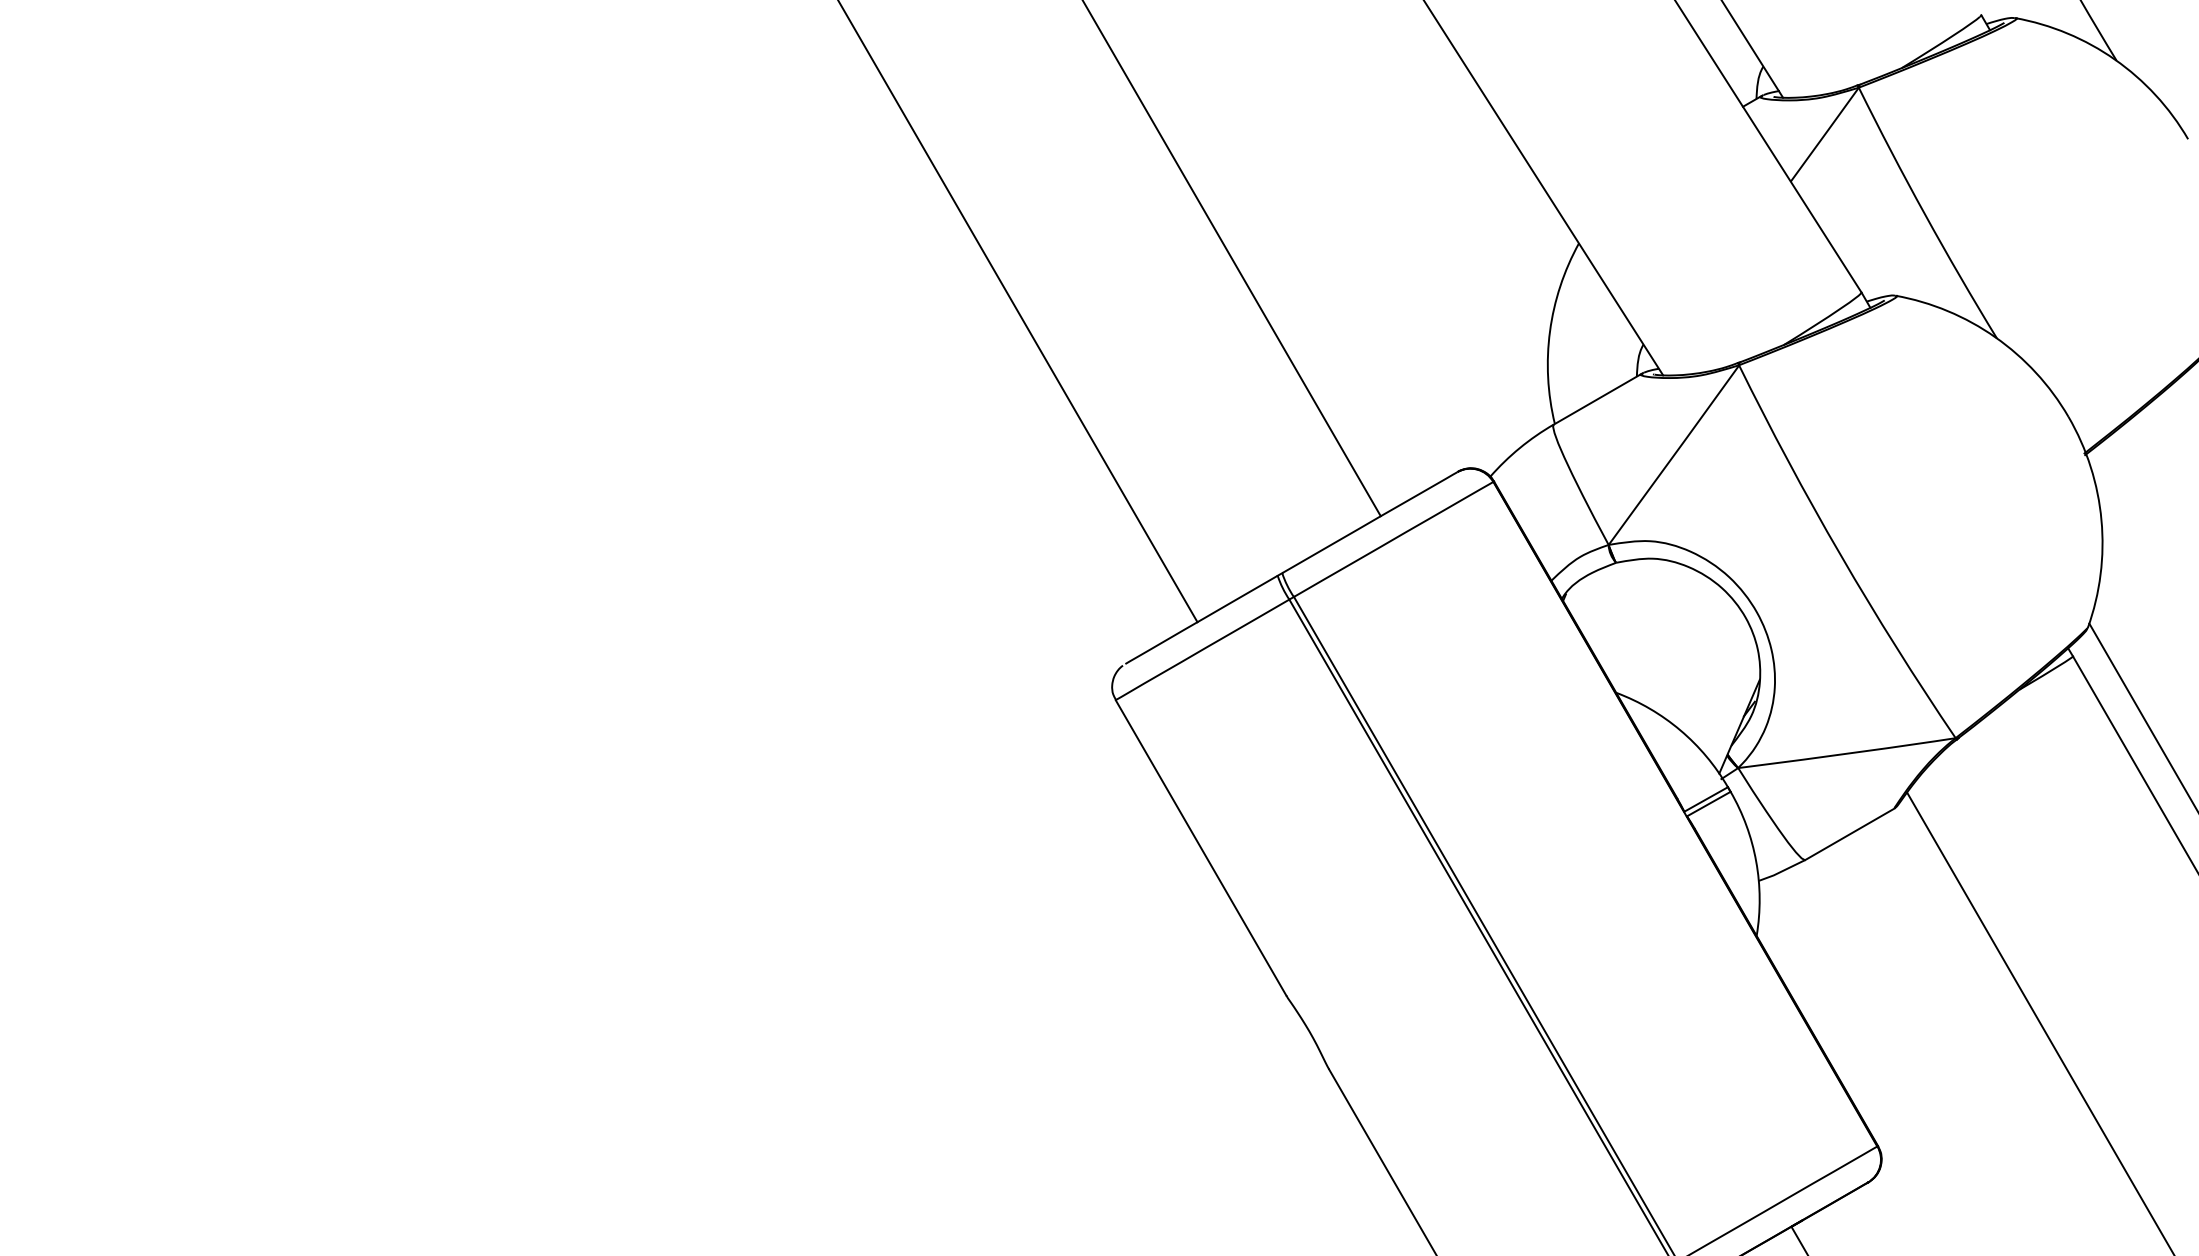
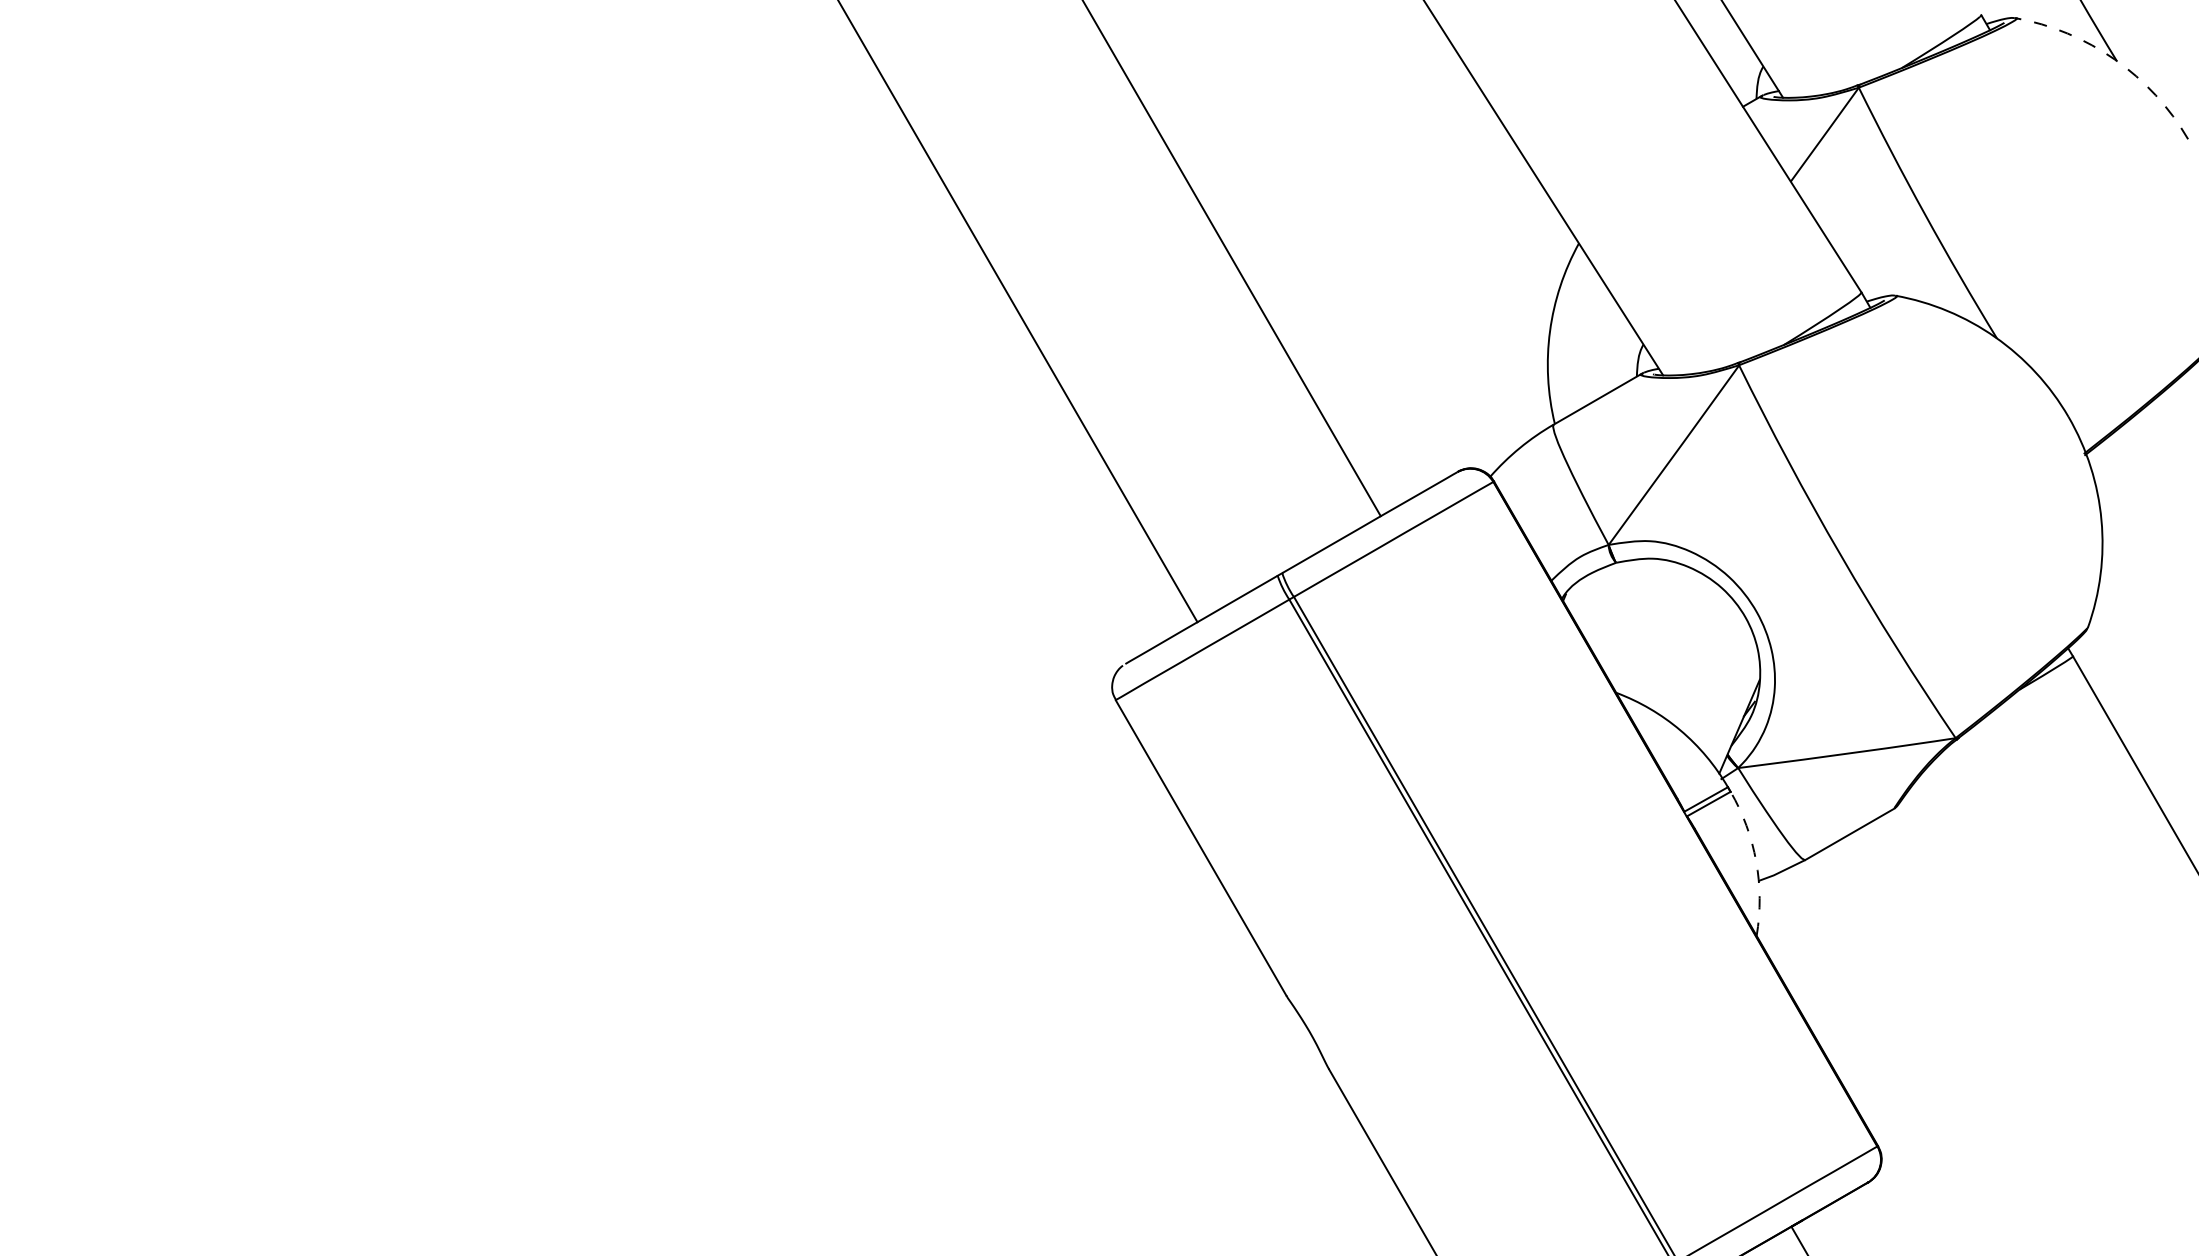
arc at (2114, 59): solid -> dashed
line at (2142, 715): present -> none
arc at (1756, 861): solid -> dashed
line at (2039, 1022): present -> none
